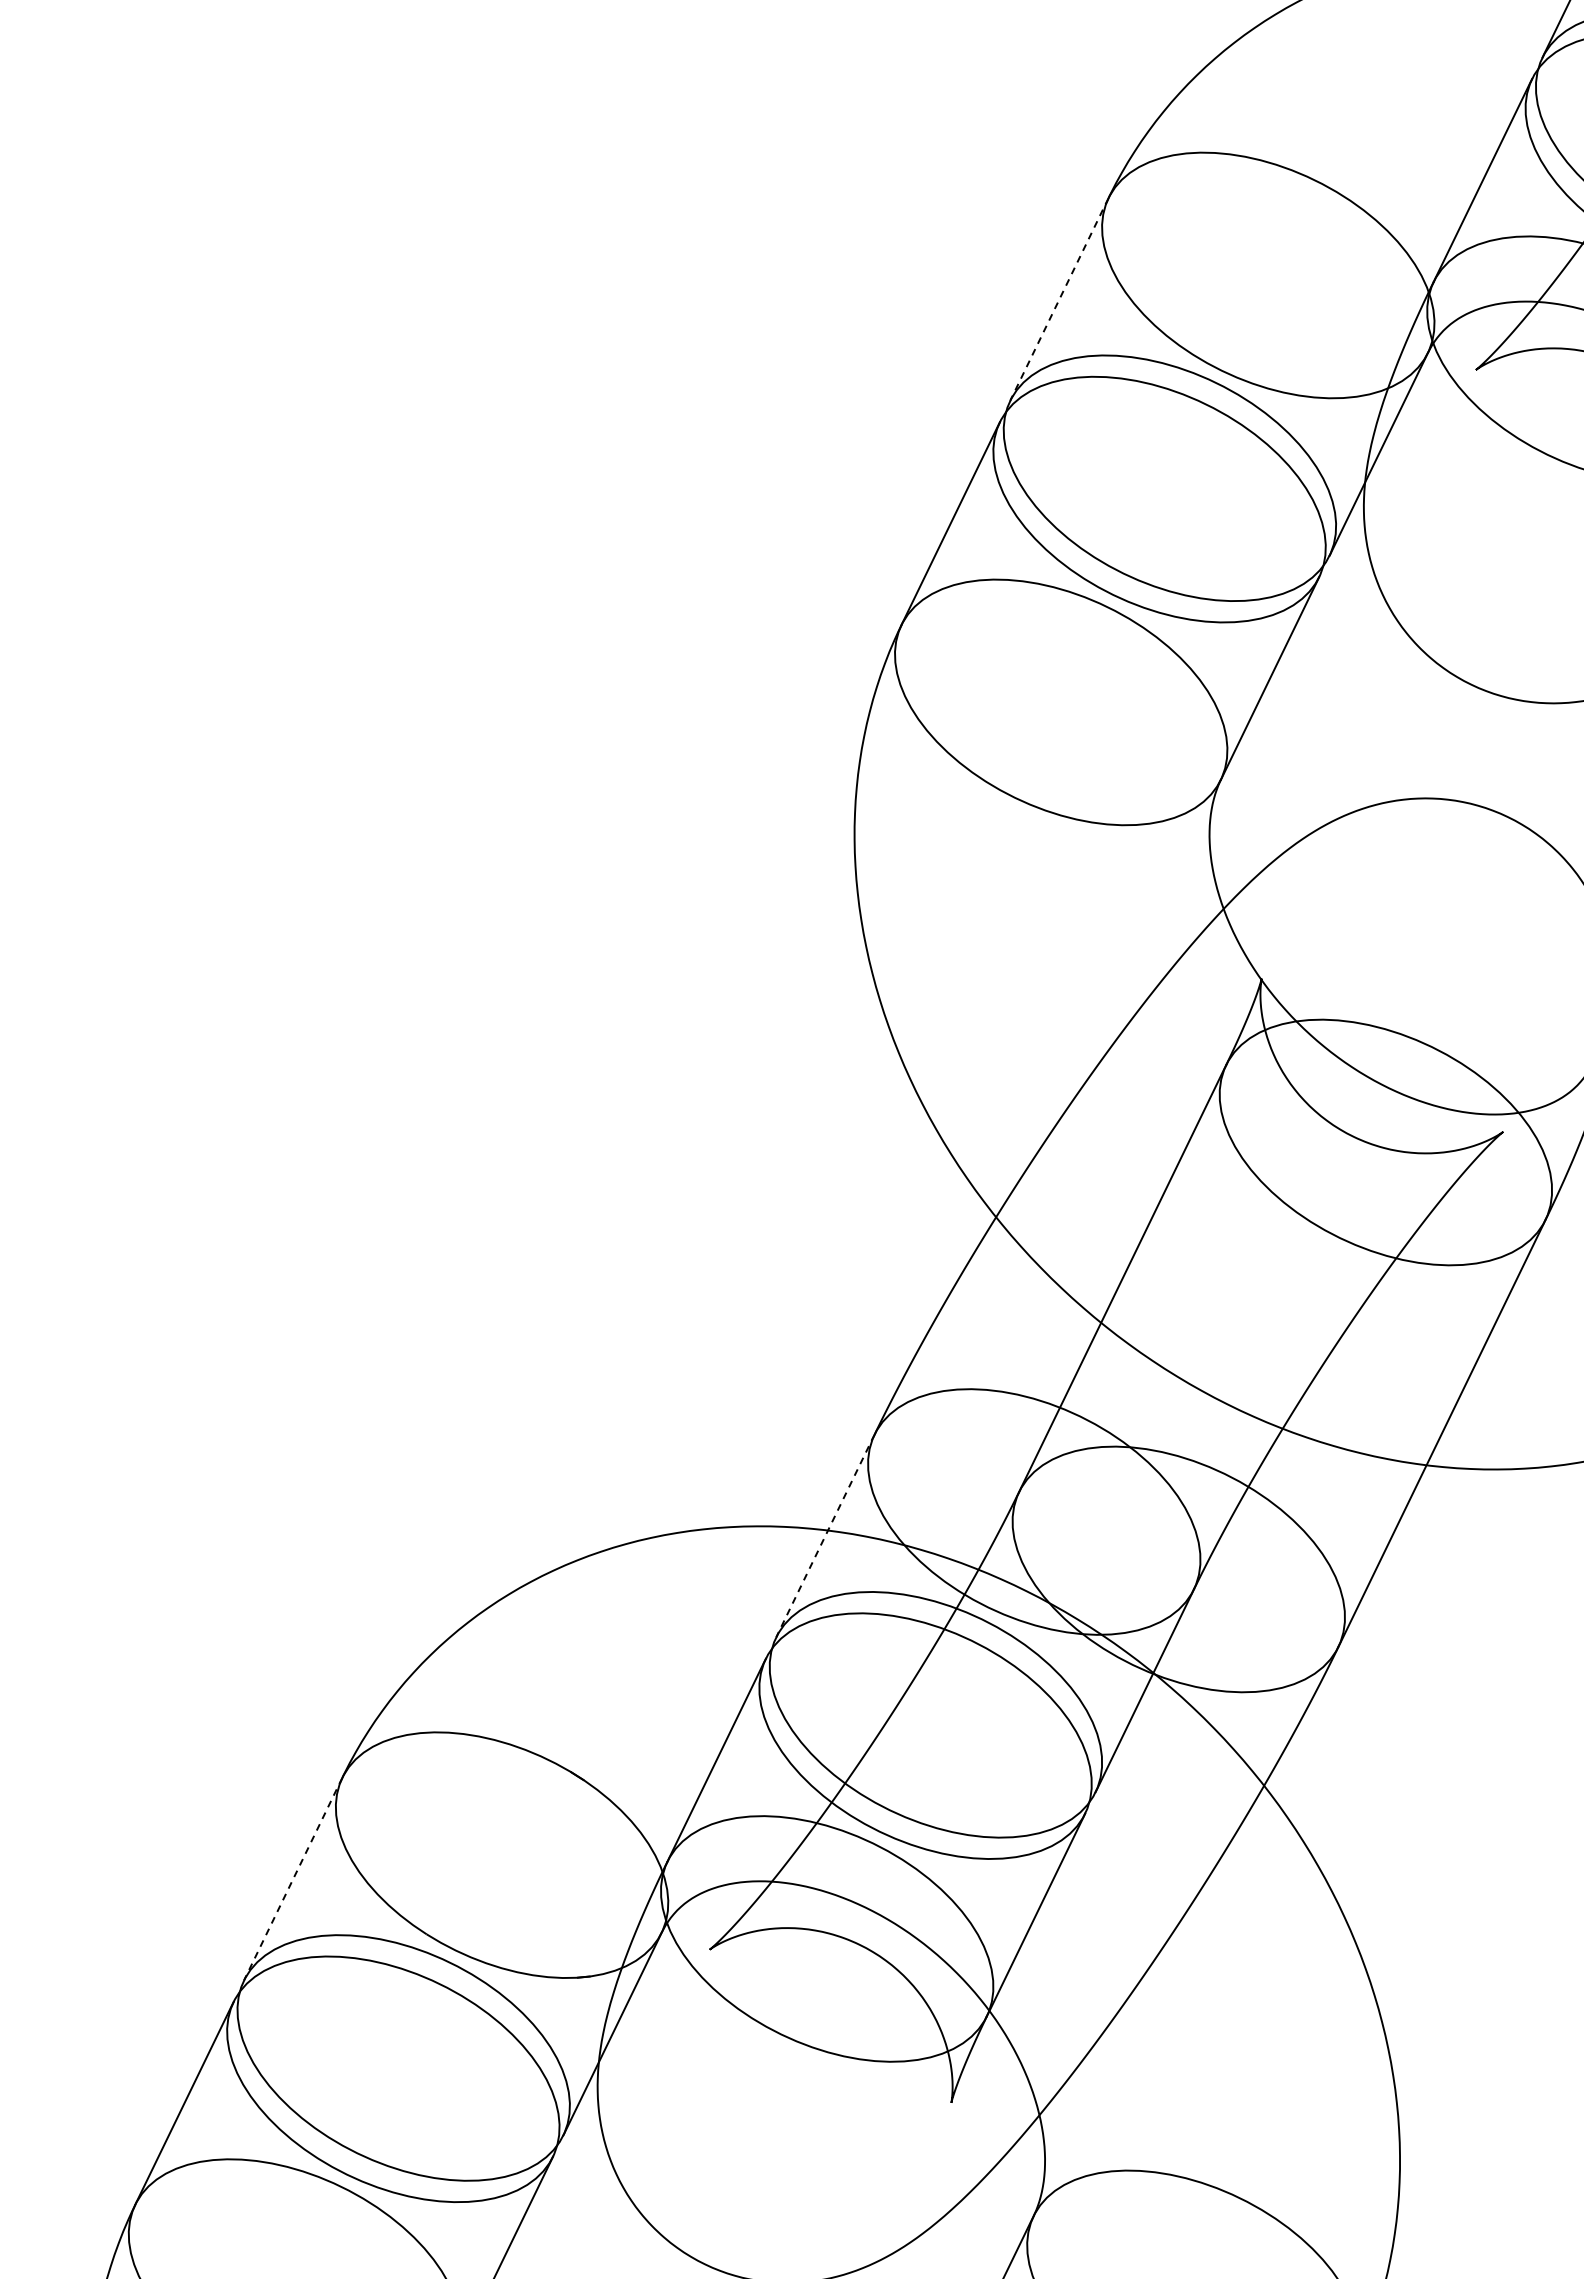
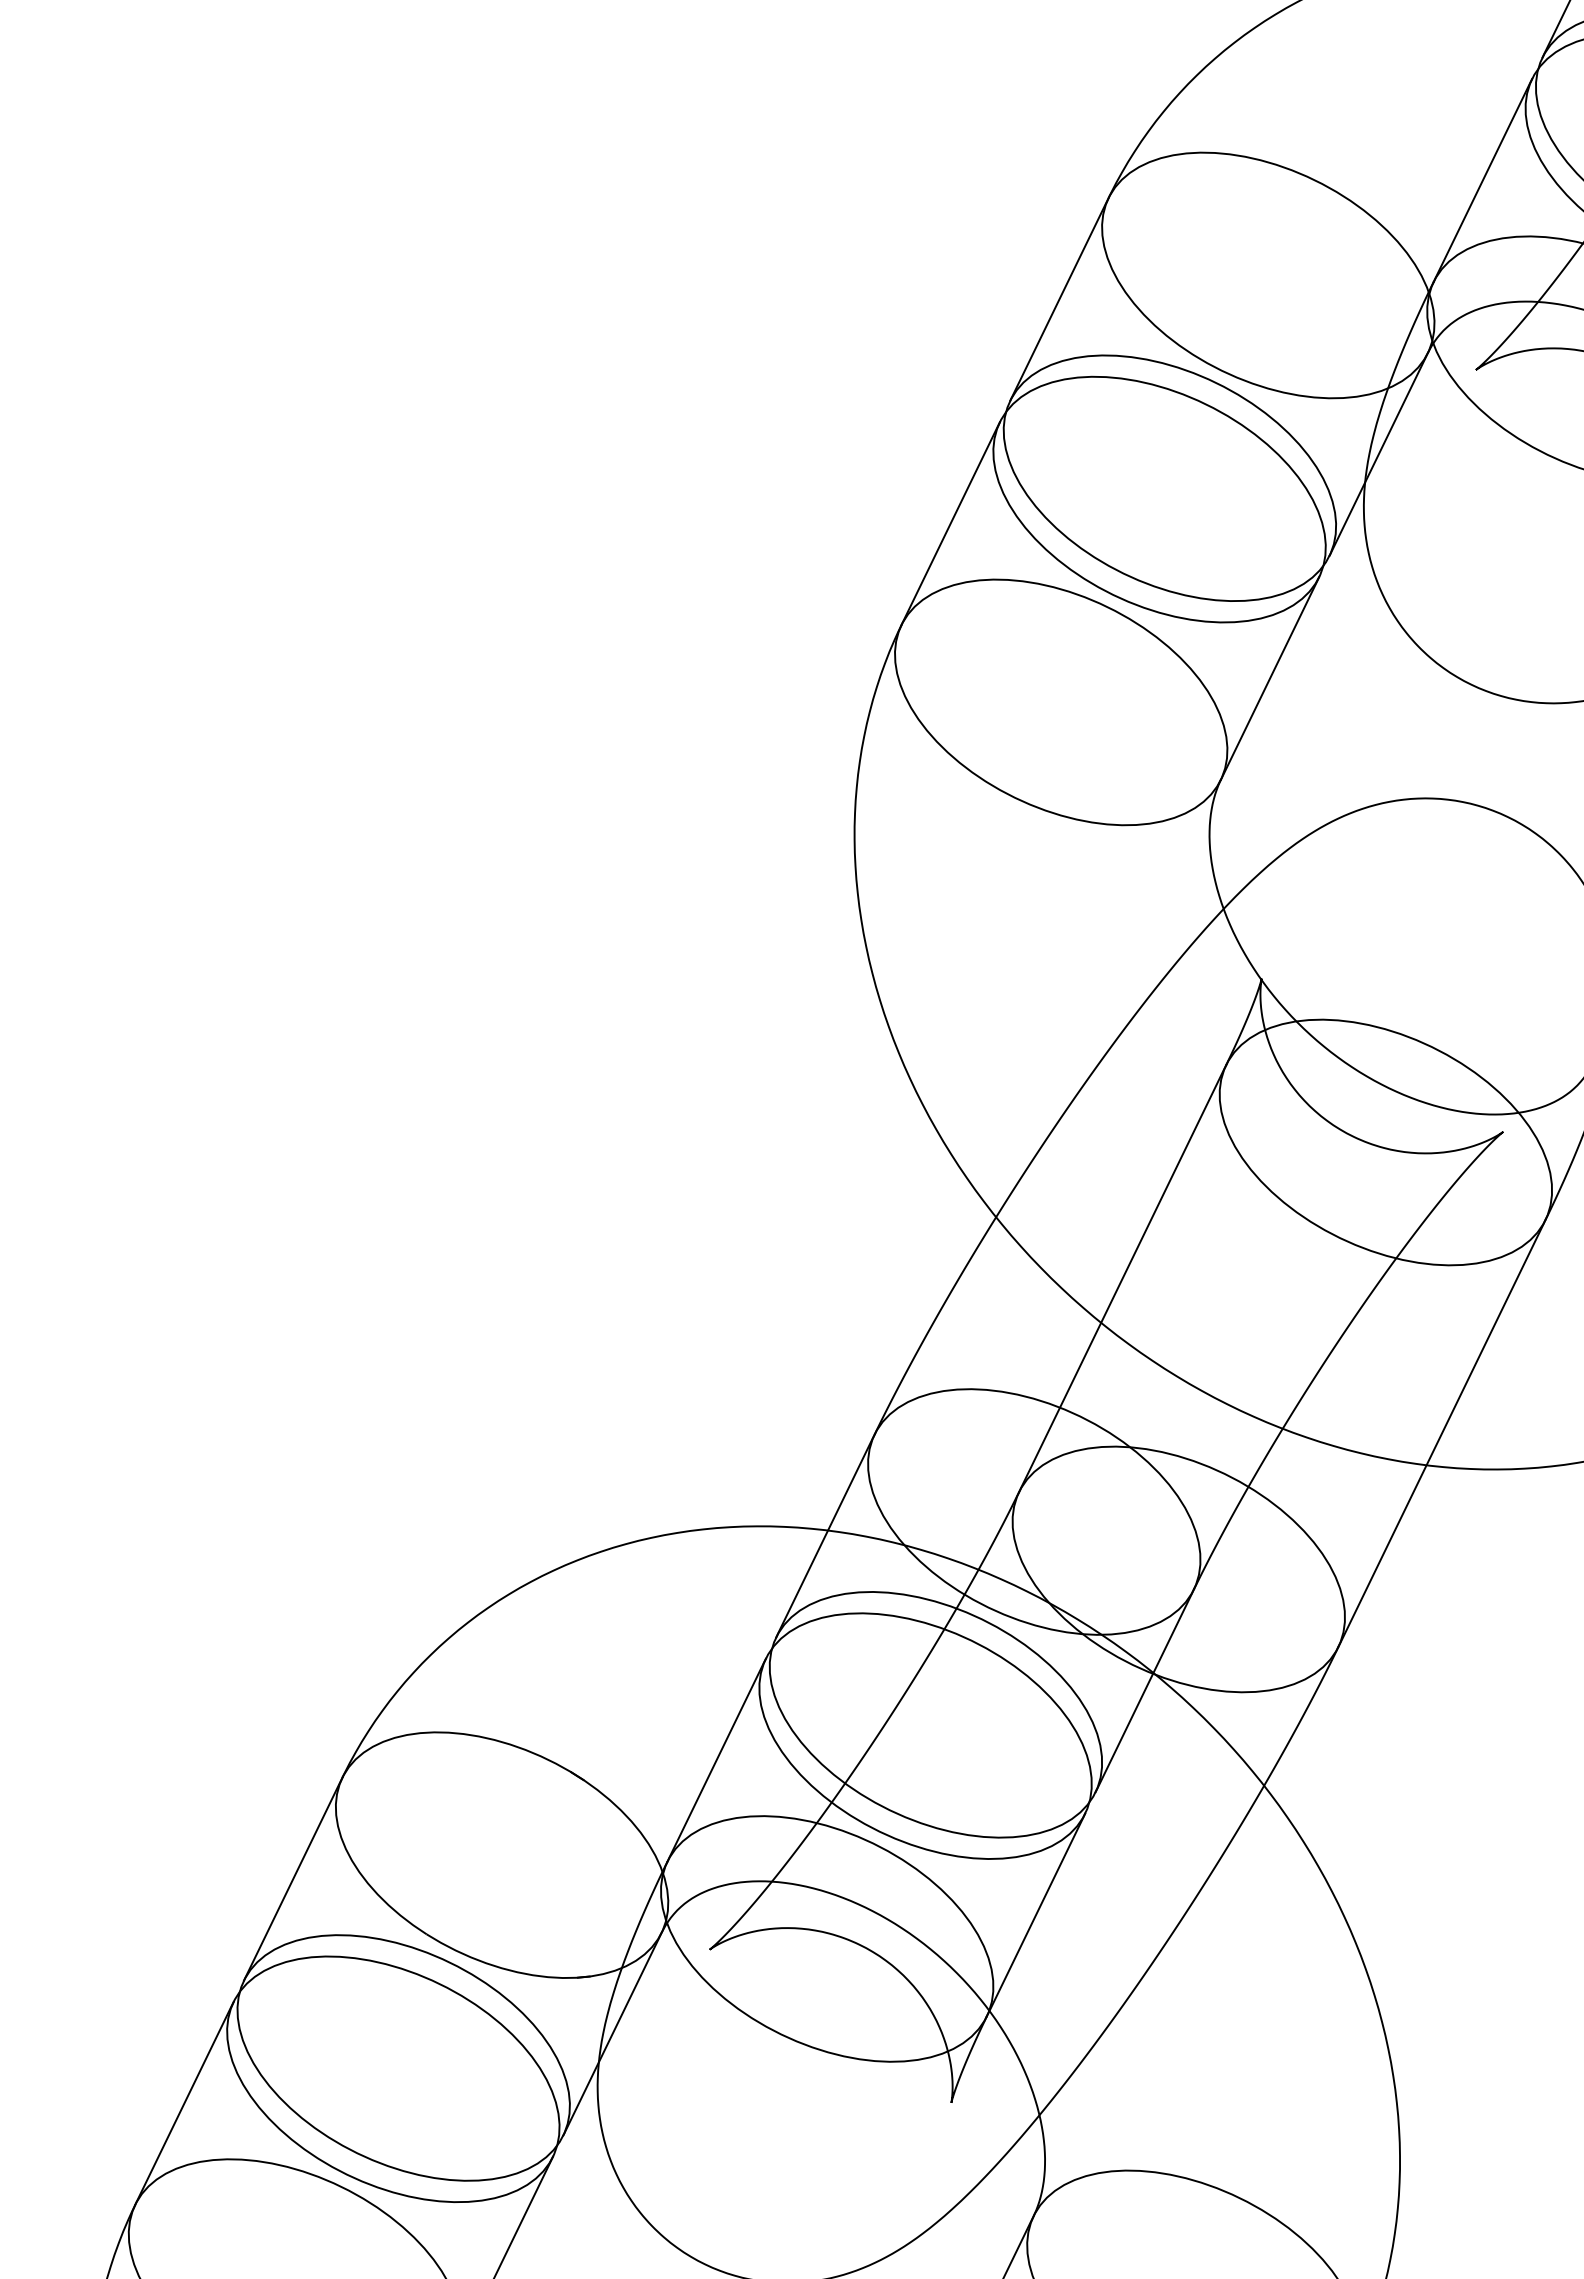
line at (1059, 299): dashed -> solid
line at (825, 1535): dashed -> solid
line at (293, 1879): dashed -> solid
